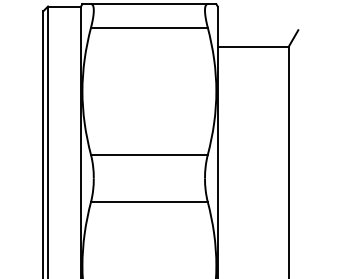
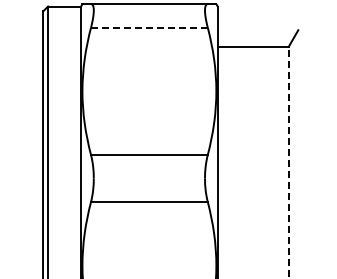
line at (149, 27): solid -> dashed
line at (288, 162): solid -> dashed
